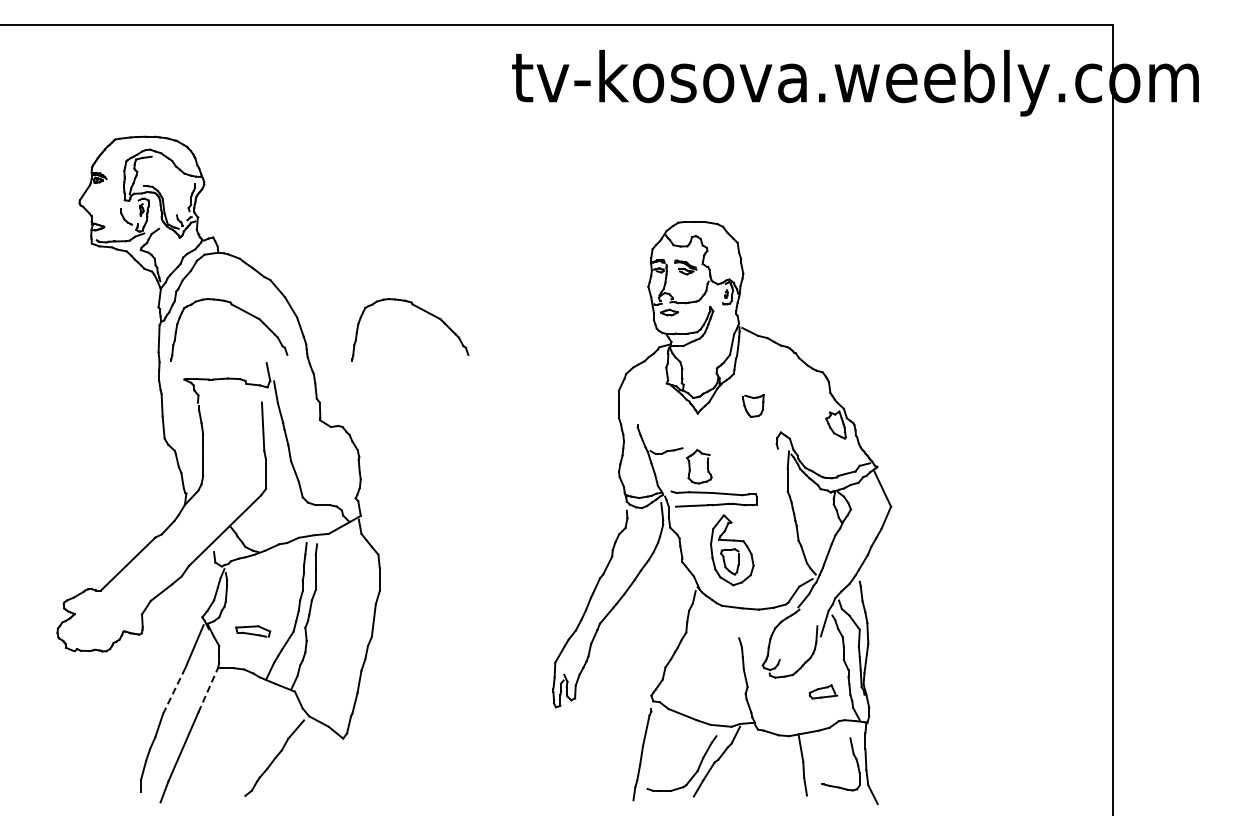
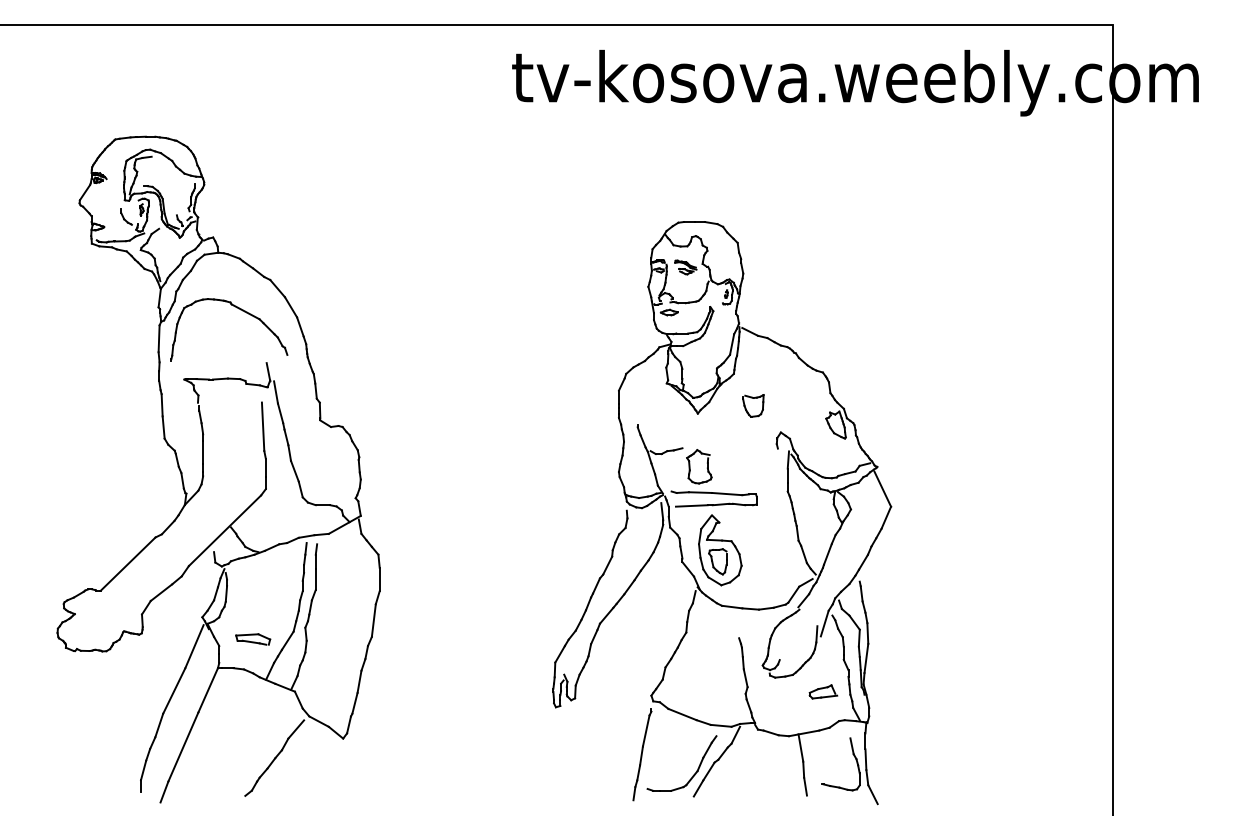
part at (419, 309): present -> none
part at (732, 550) position: (732, 550) -> (720, 550)
part at (253, 631) position: (253, 631) -> (253, 639)
line at (208, 689): dashed -> solid
line at (174, 691): dashed -> solid
